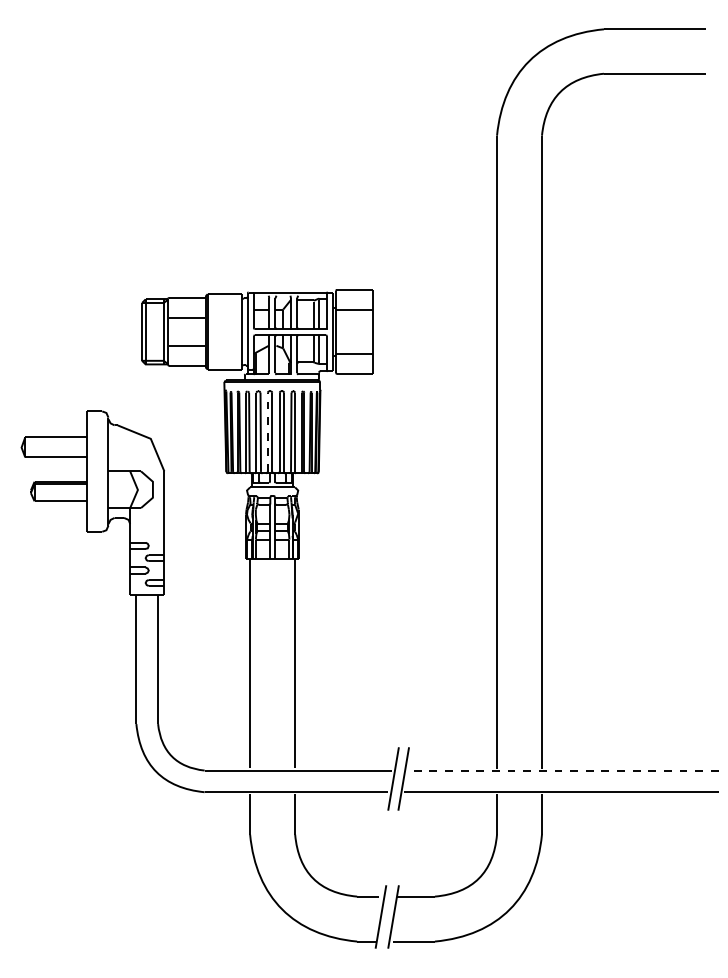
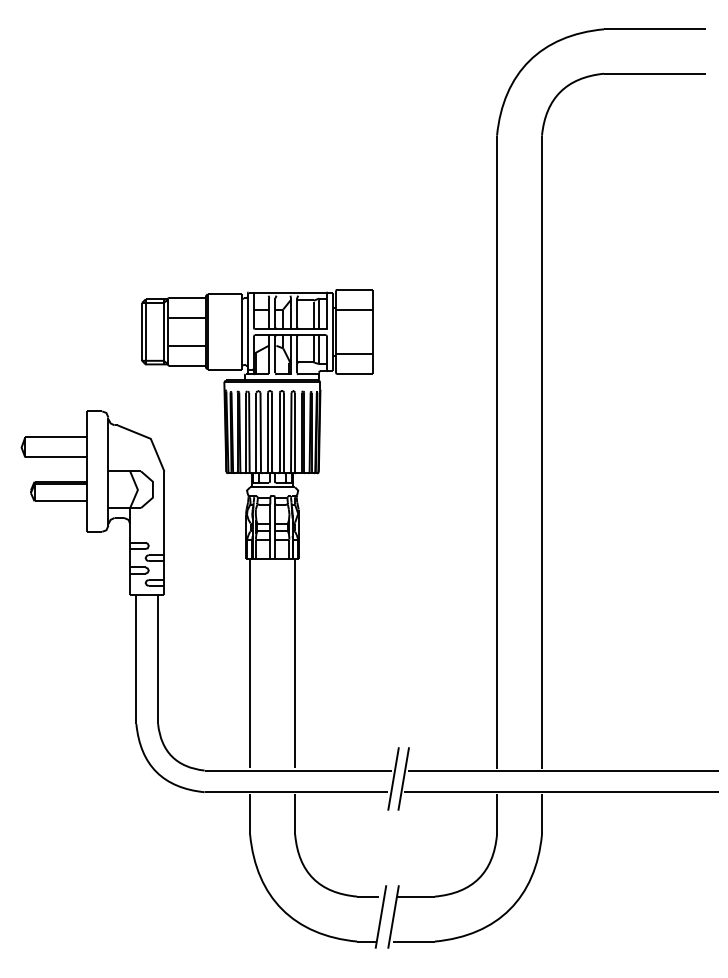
line at (267, 432): dashed -> solid
line at (563, 770): dashed -> solid
